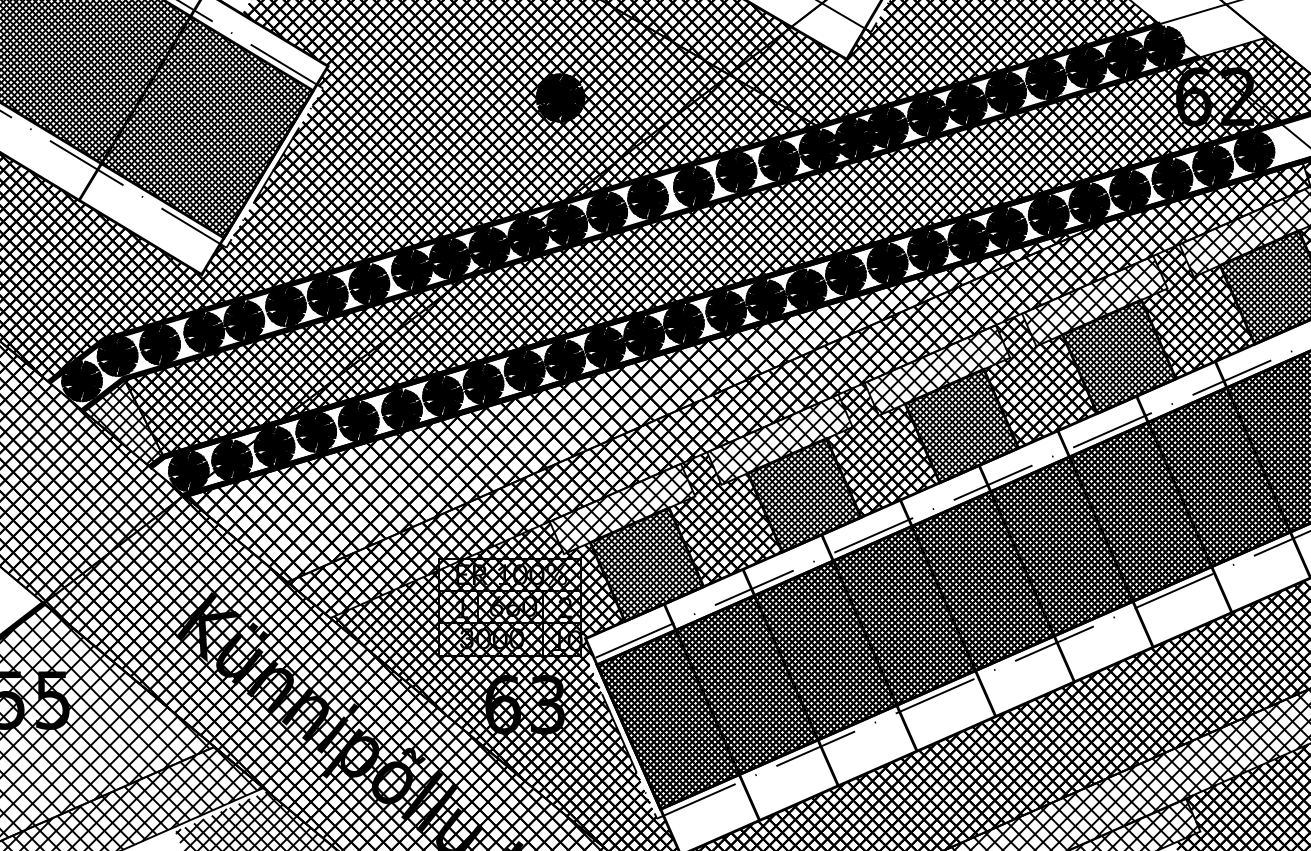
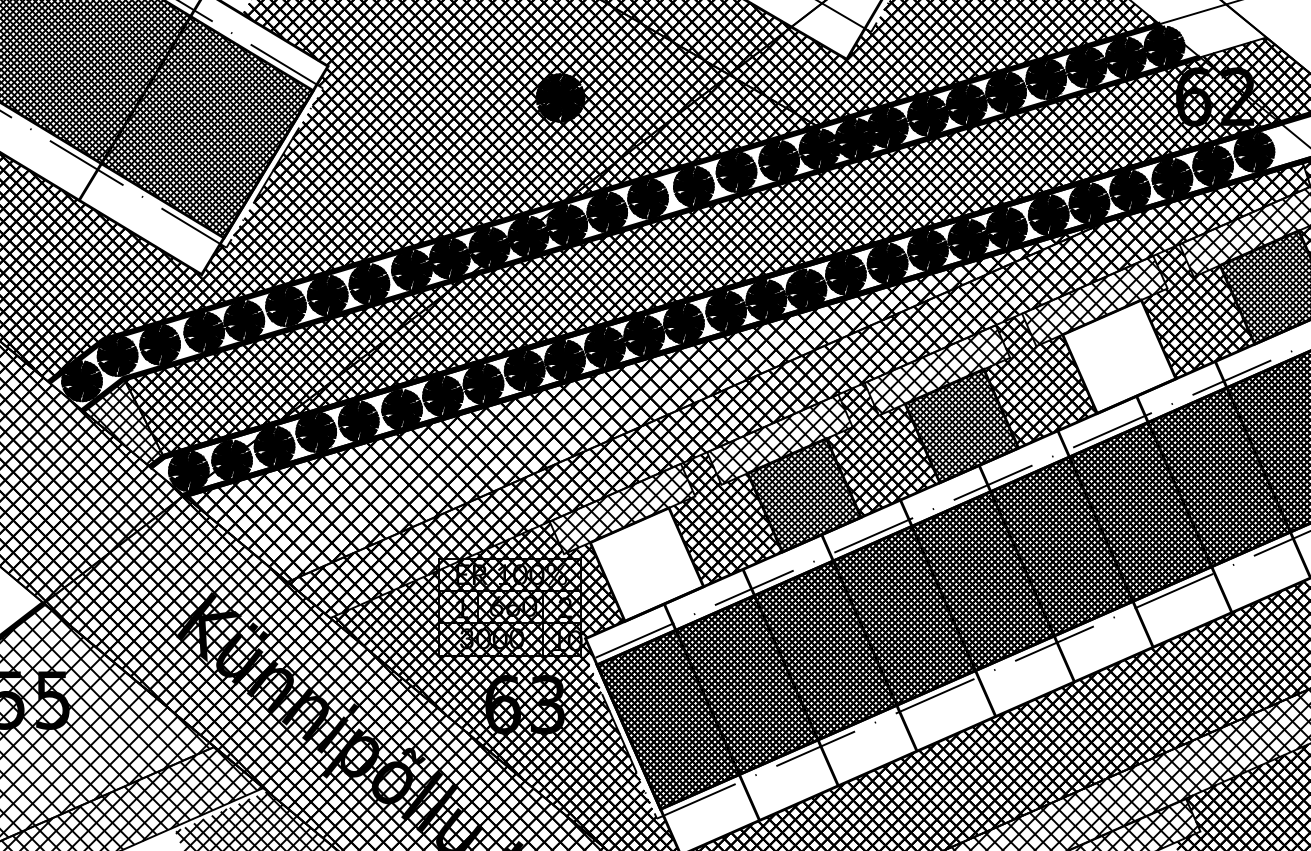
hatch at (1118, 356): present -> none
hatch at (646, 564): present -> none
